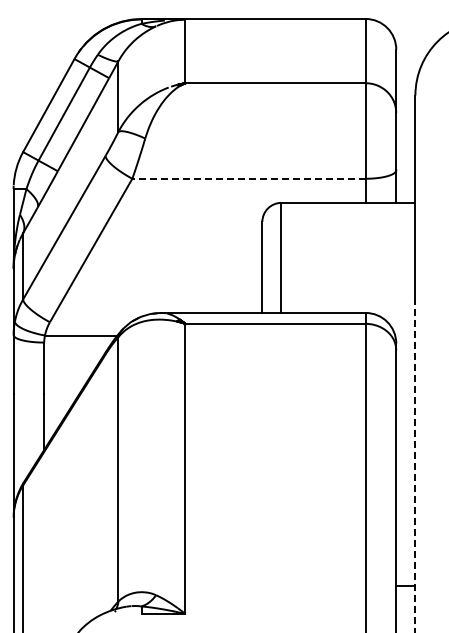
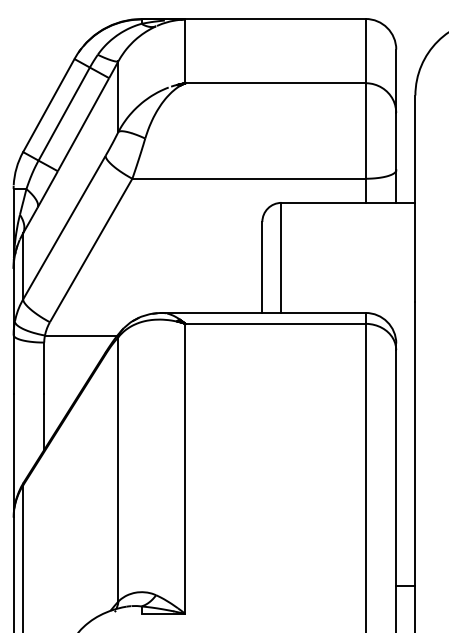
line at (249, 178): dashed -> solid
line at (415, 466): dashed -> solid
